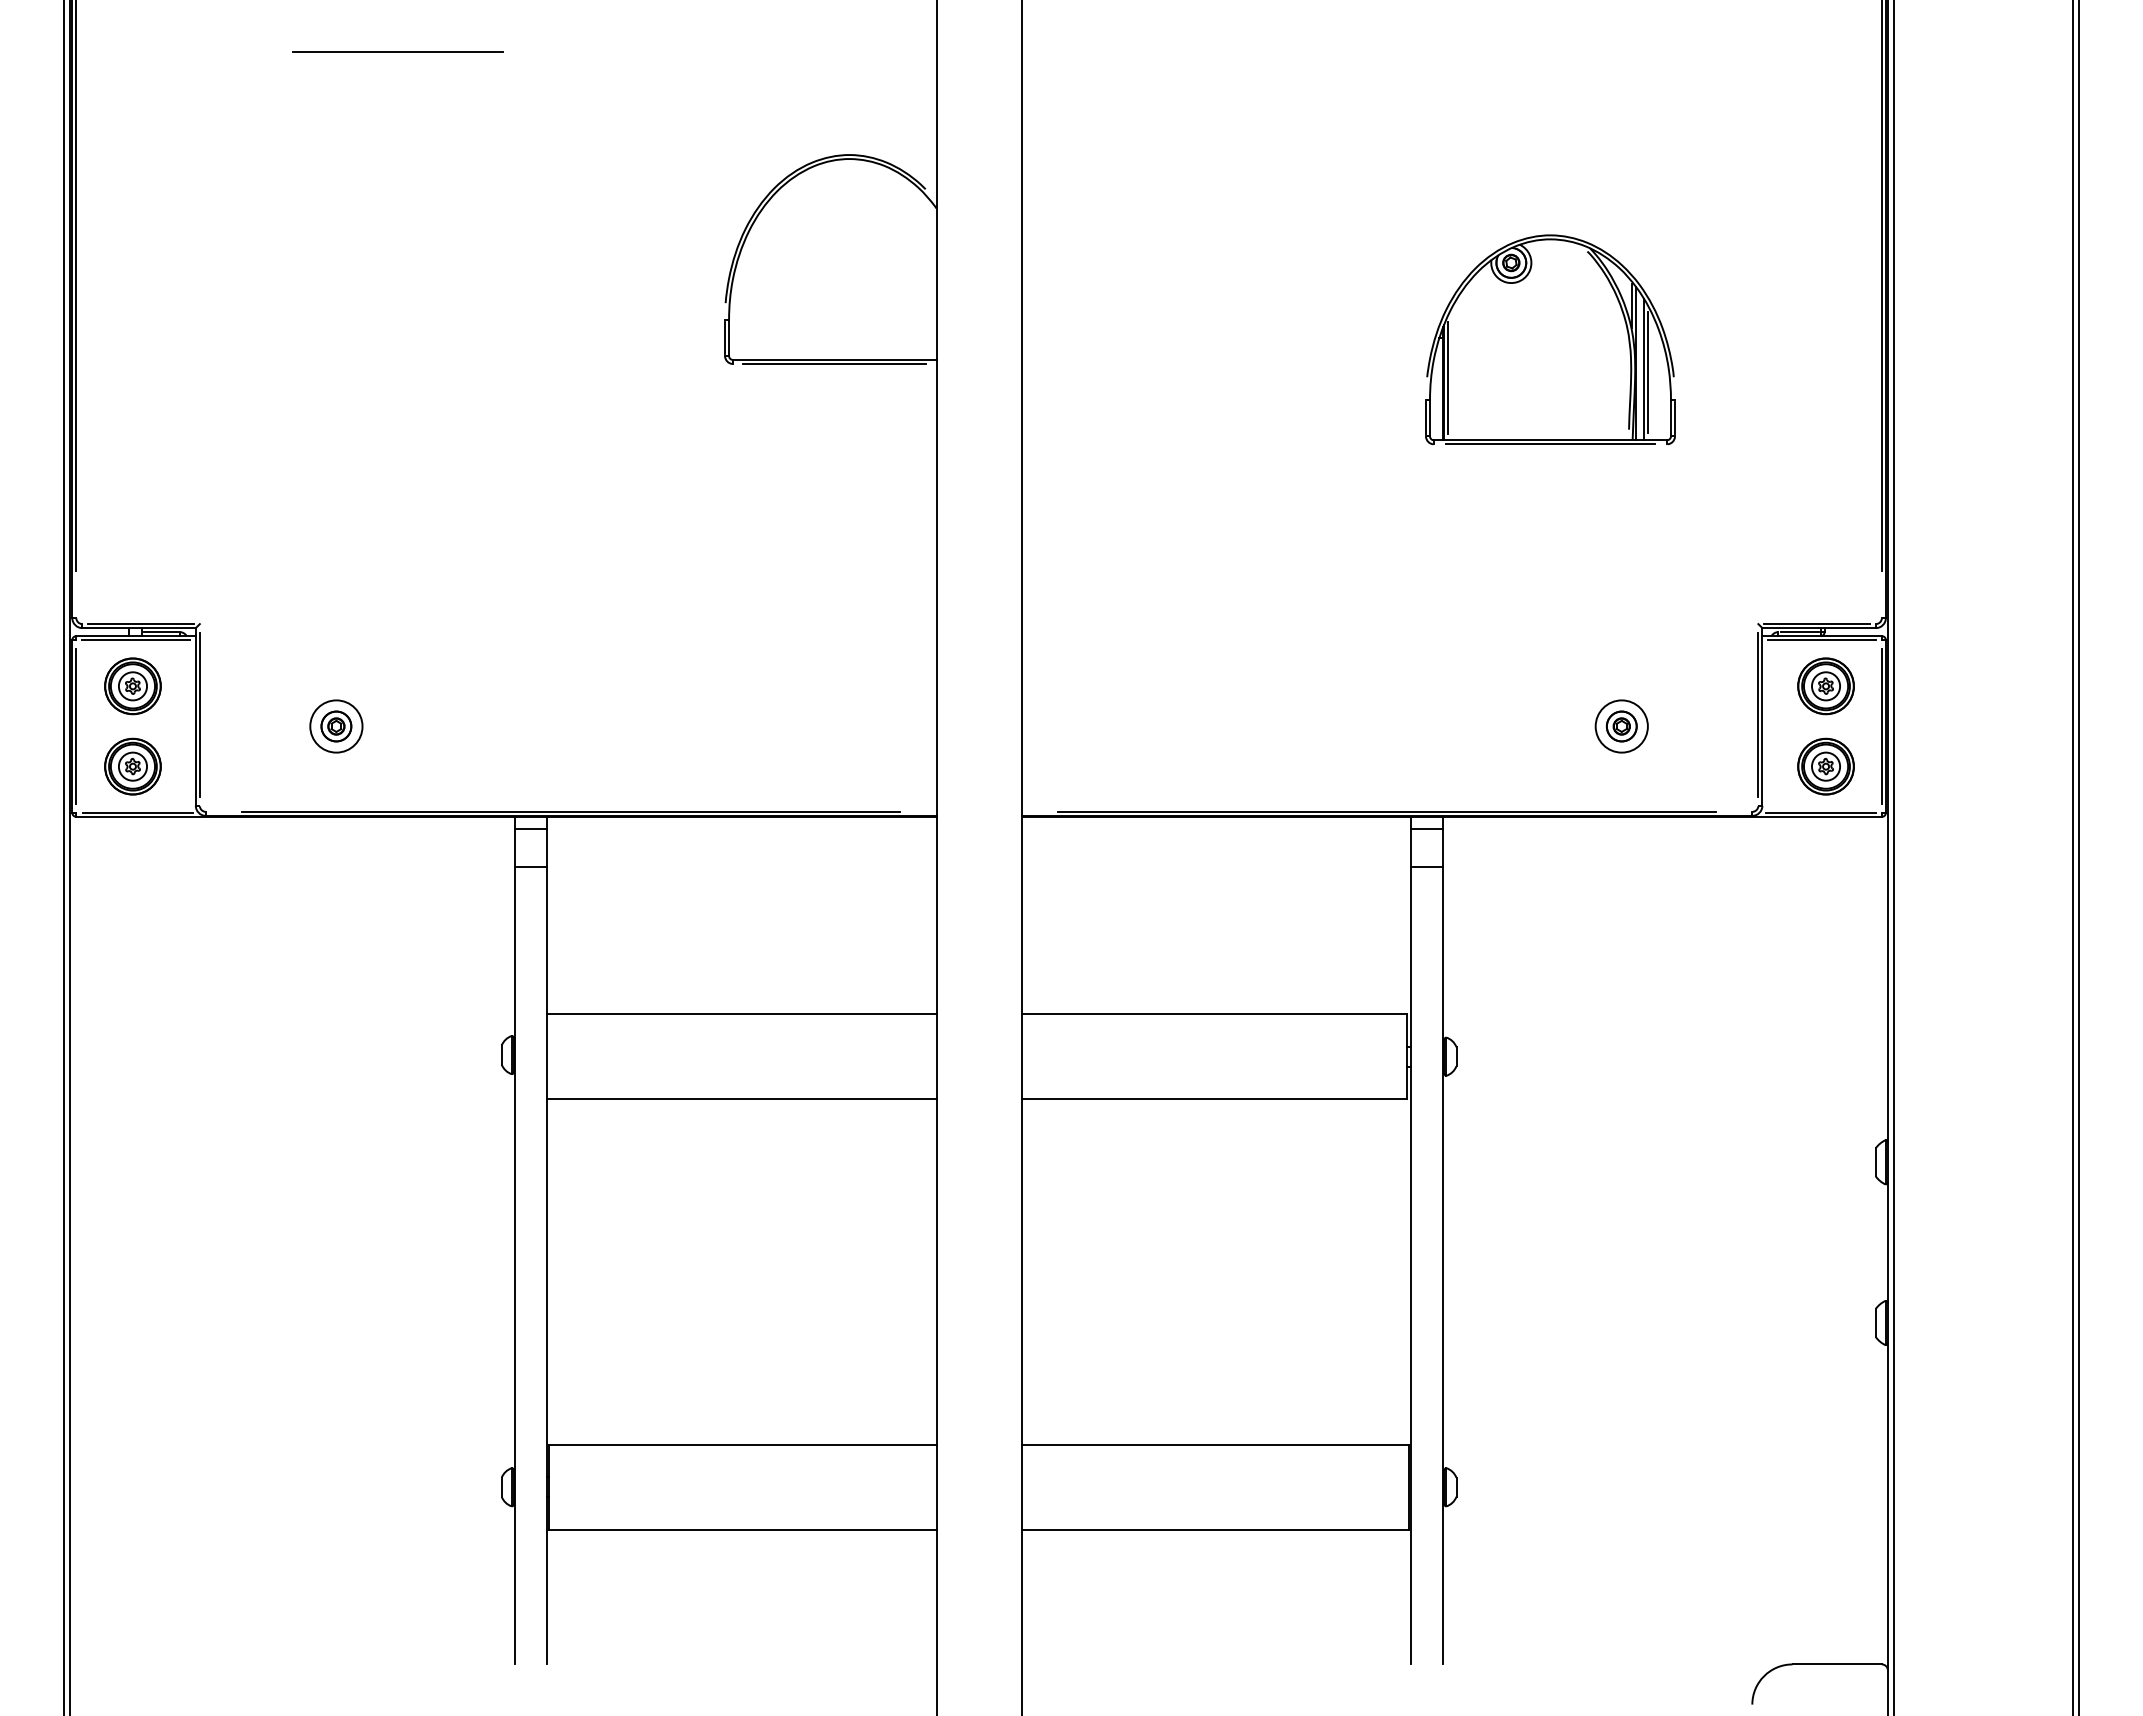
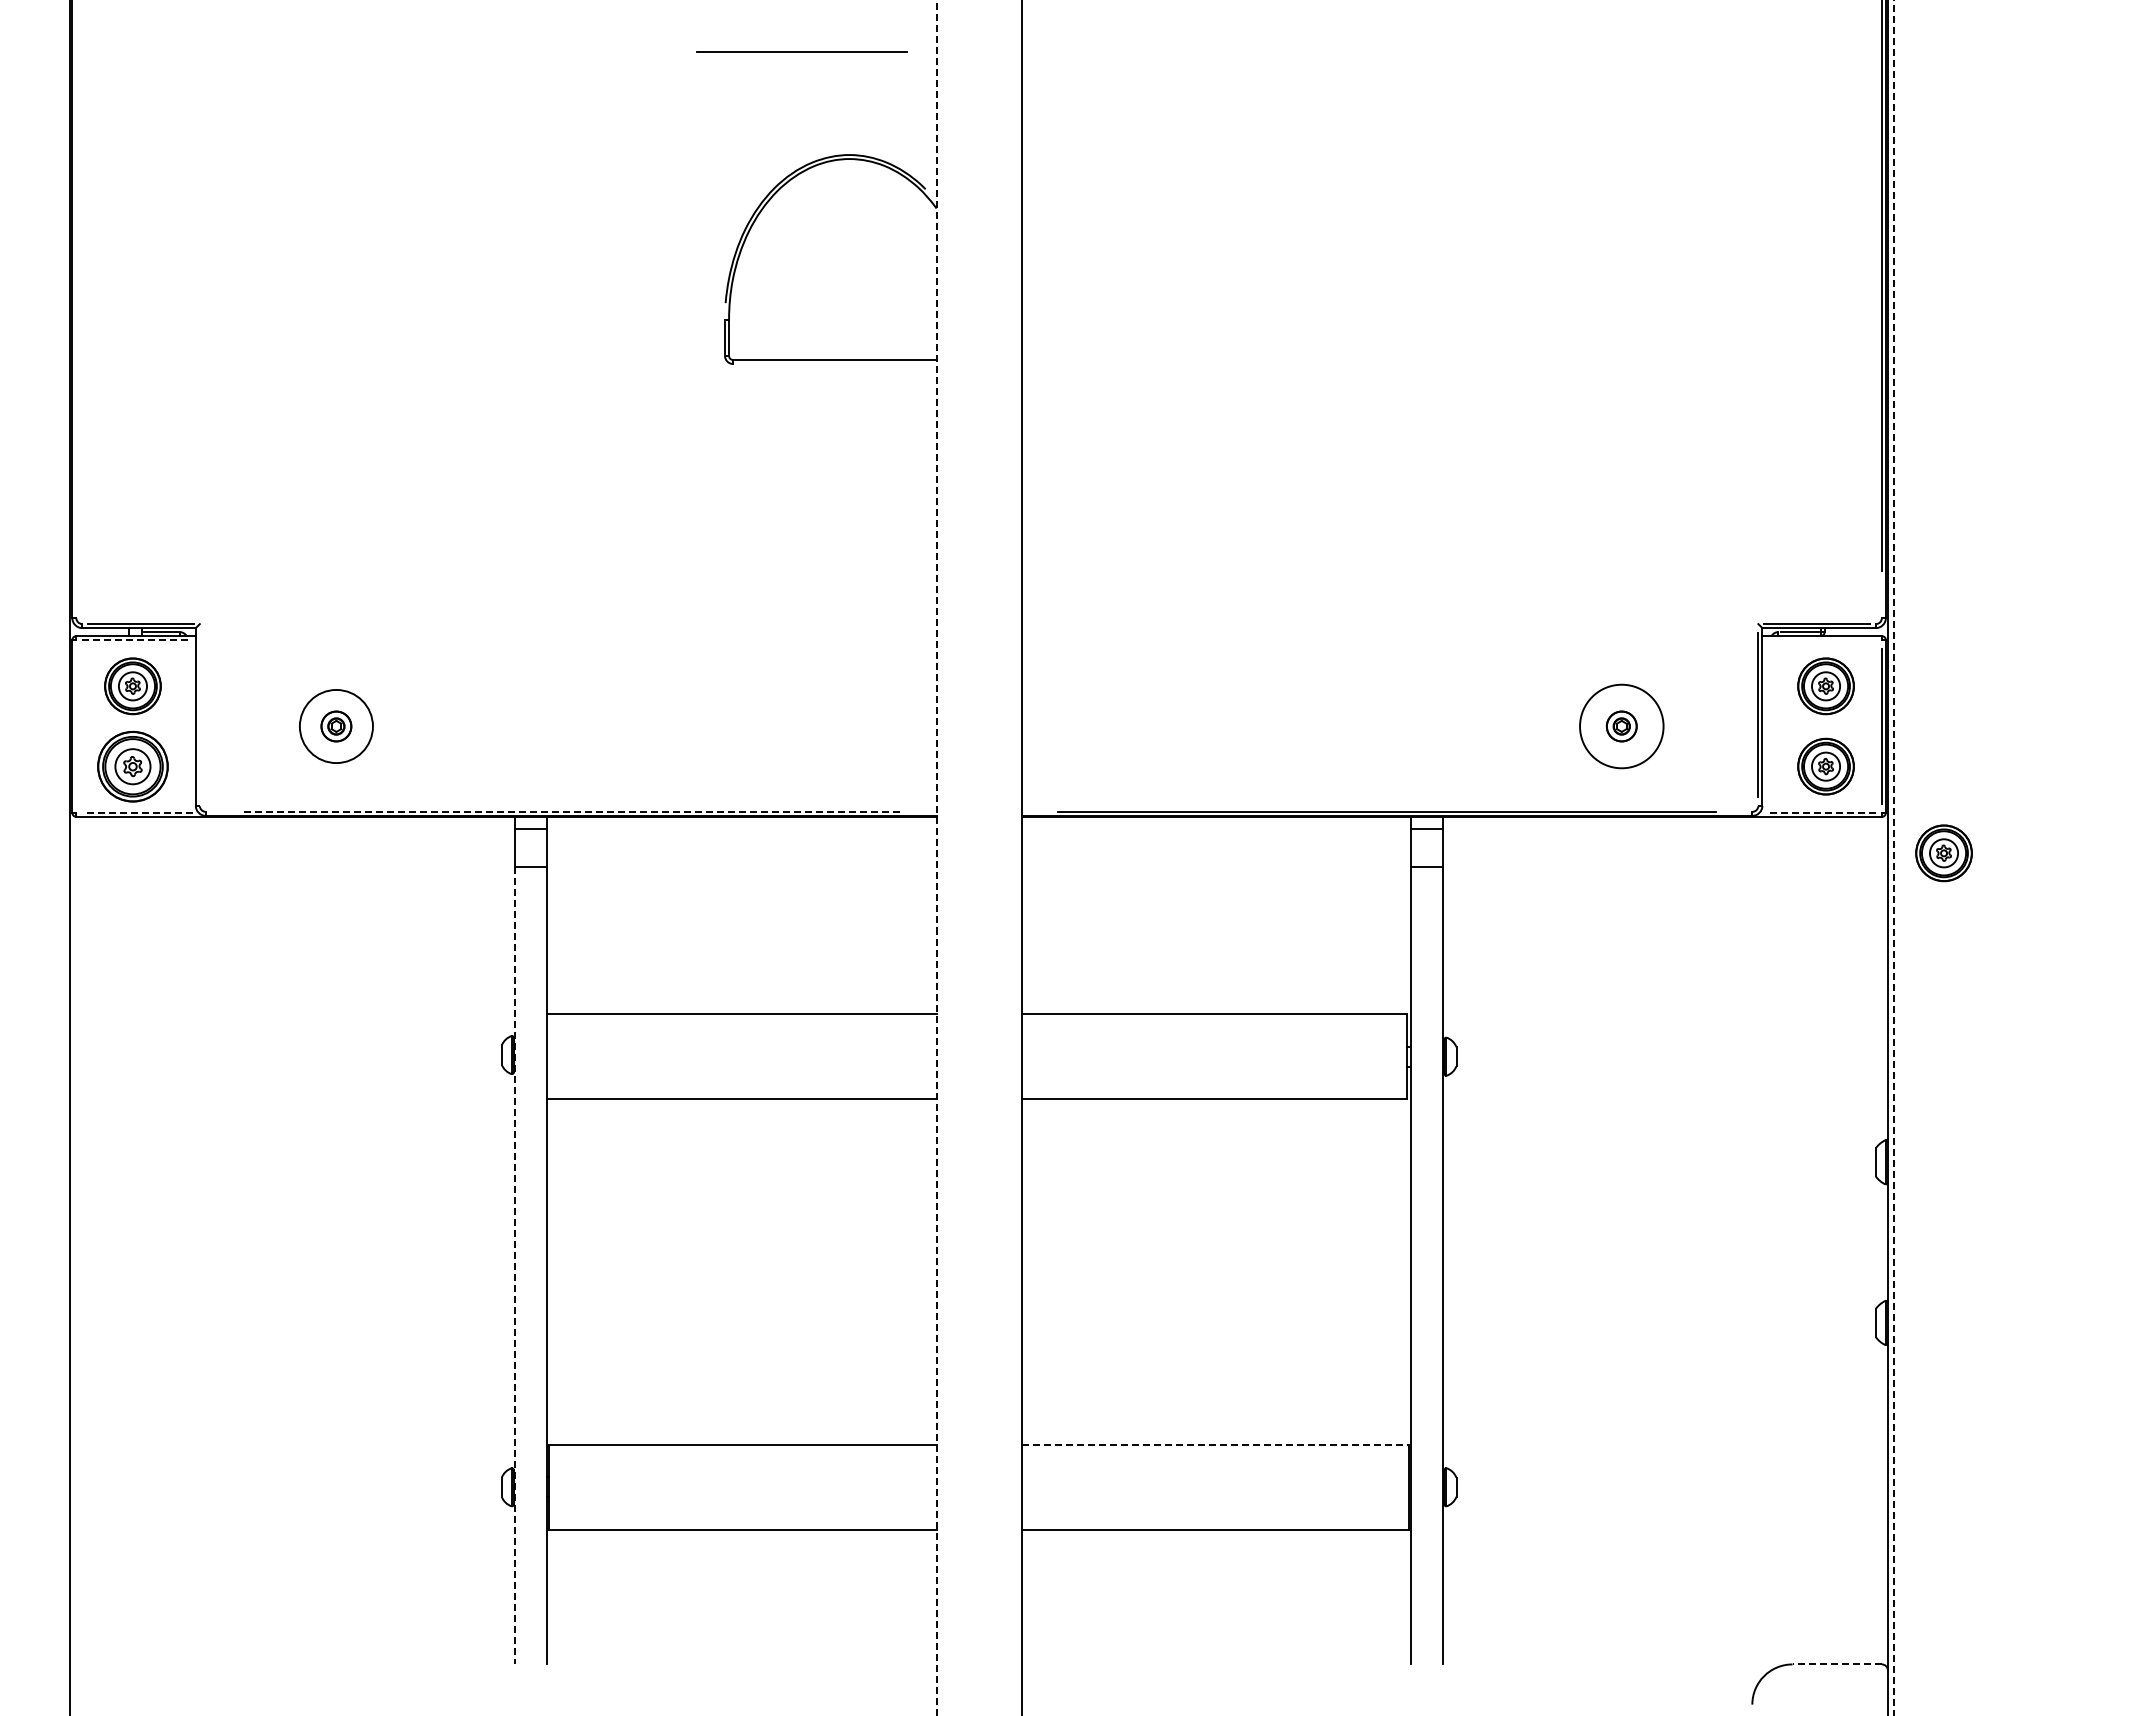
line at (397, 51) position: (397, 51) -> (801, 51)
line at (76, 286): present -> none
part at (1550, 339): present -> none
line at (834, 364): present -> none
line at (136, 640): solid -> dashed
line at (1821, 640): present -> none
line at (199, 714): present -> none
line at (76, 726): present -> none
circle at (336, 726) diameter: 52 px -> 73 px
circle at (1621, 726) diameter: 52 px -> 84 px
part at (132, 766) size: 58x59 px -> 72x72 px
line at (571, 811): solid -> dashed
line at (137, 812): solid -> dashed
line at (1820, 812): solid -> dashed
part at (1943, 853): none -> present
line at (64, 857): present -> none
line at (936, 857): solid -> dashed
line at (2072, 857): present -> none
line at (2078, 857): present -> none
line at (1893, 858): solid -> dashed
line at (515, 1265): solid -> dashed
line at (1215, 1444): solid -> dashed
line at (1837, 1664): solid -> dashed
